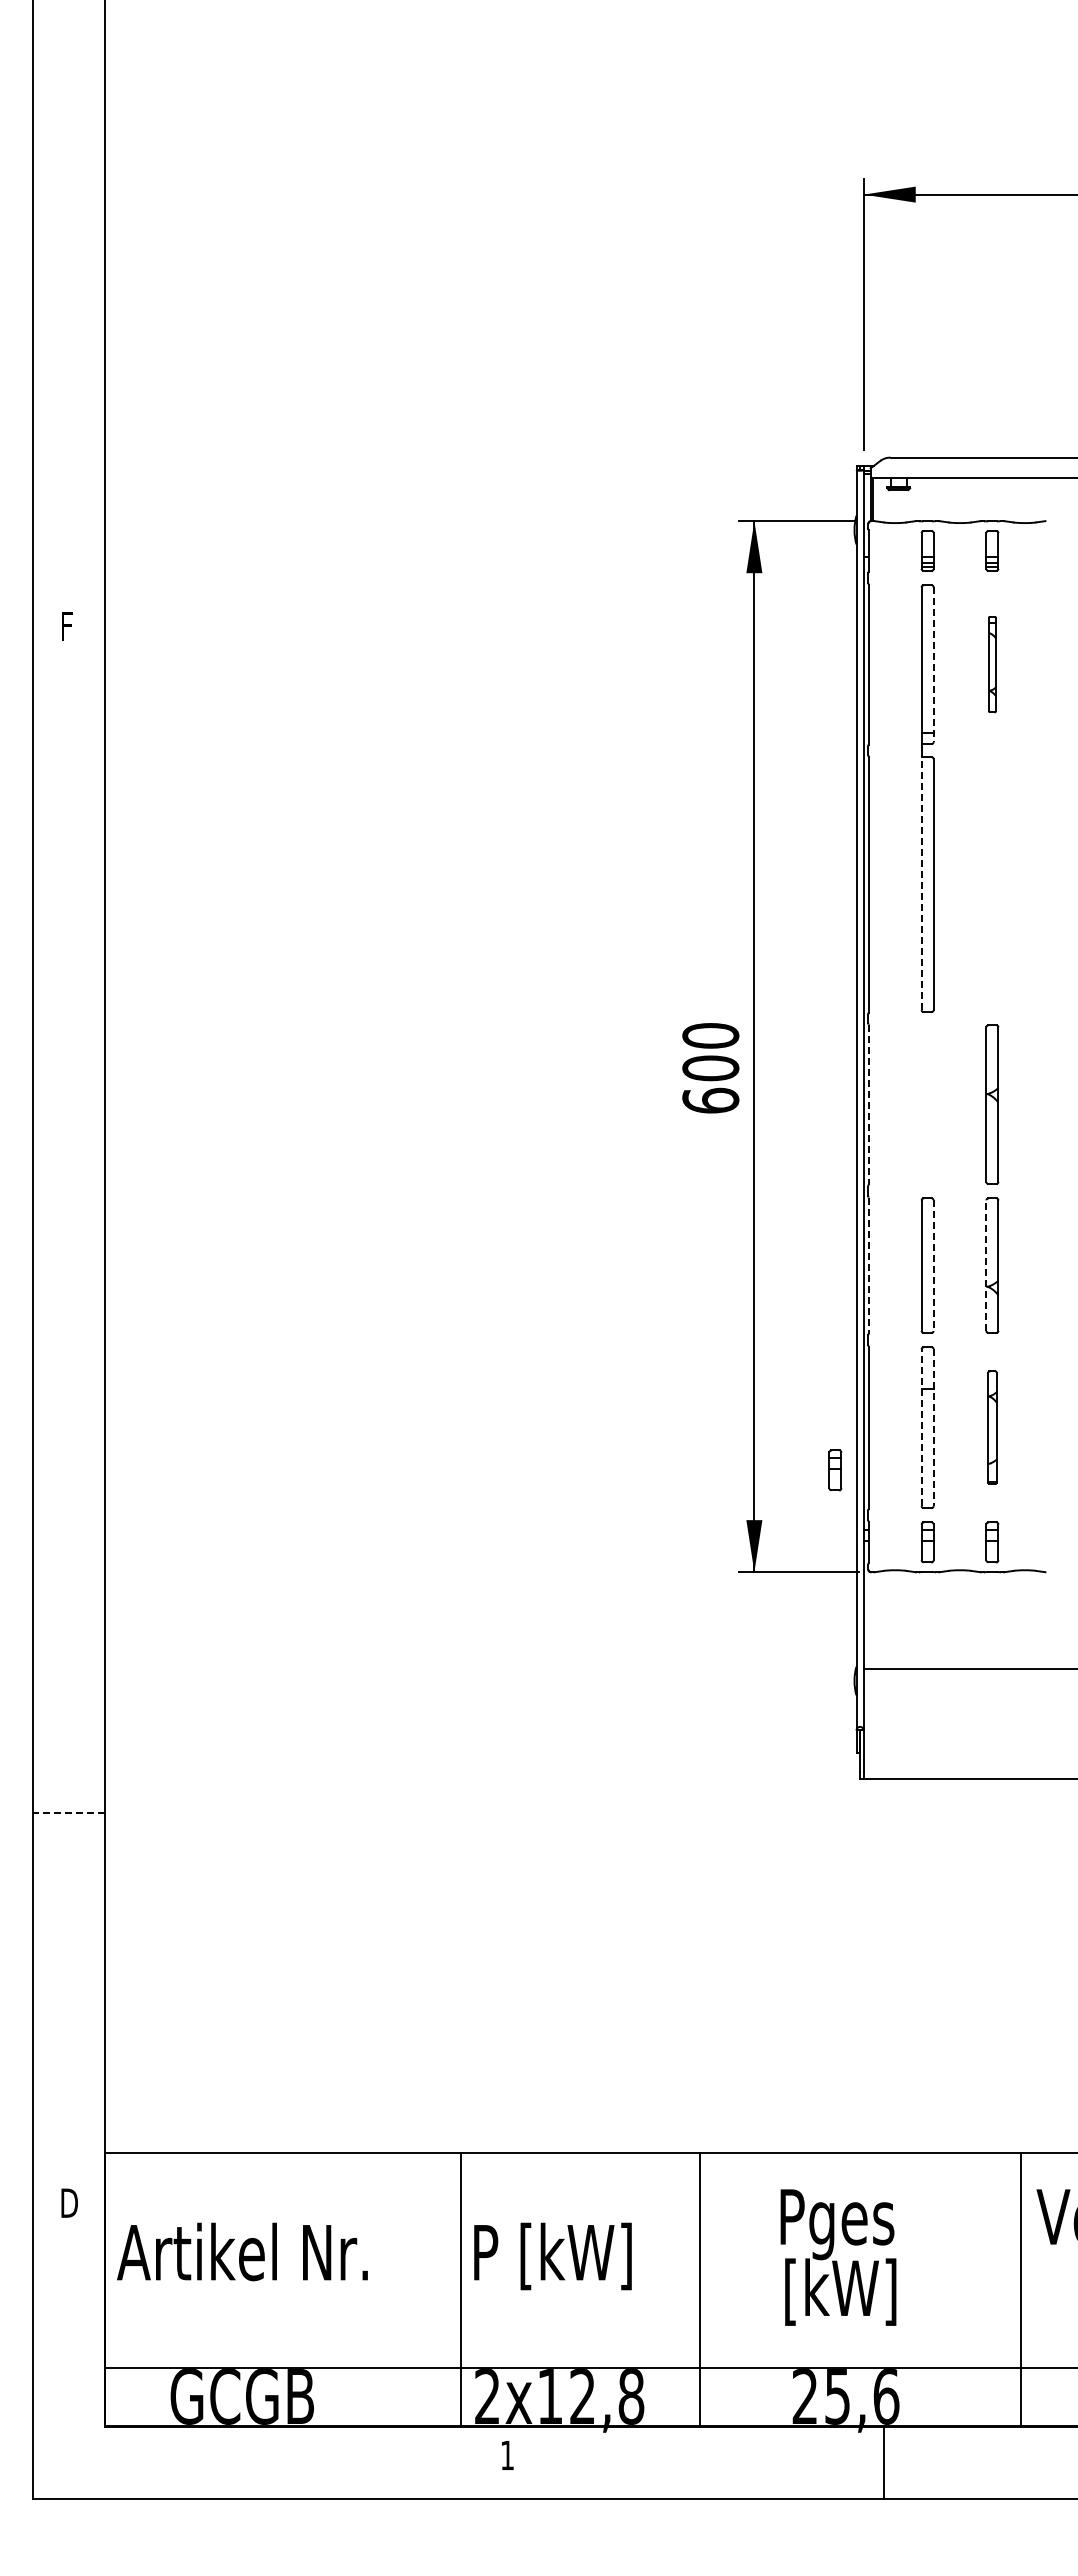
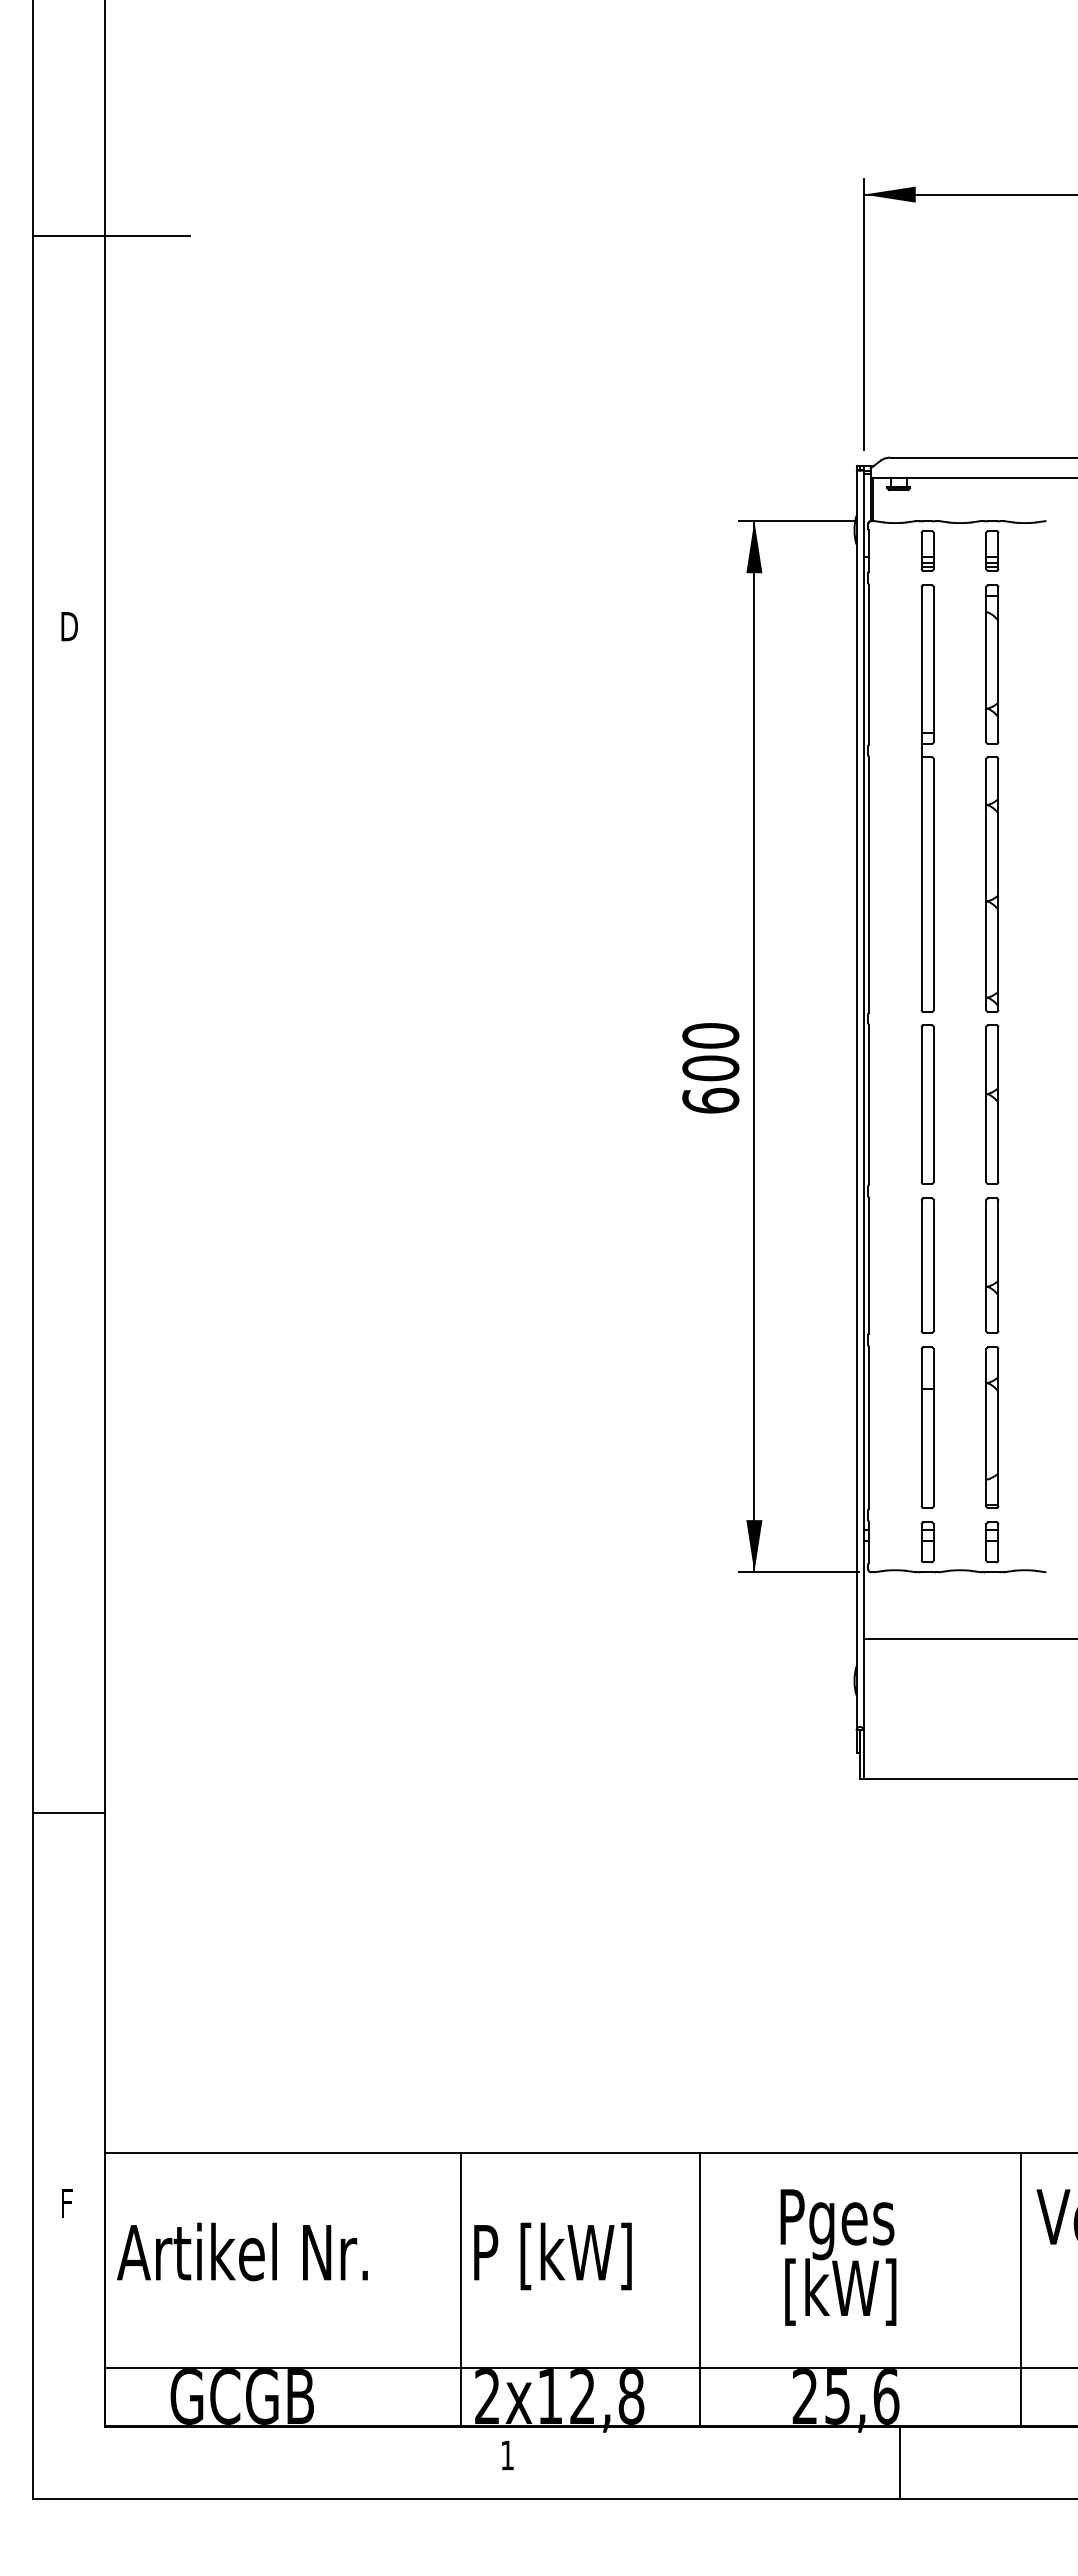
line at (111, 236): none -> present
text at (69, 626): F -> D
part at (992, 664) size: 9x98 px -> 15x161 px
line at (933, 665): dashed -> solid
line at (921, 882): dashed -> solid
part at (992, 884): none -> present
line at (868, 1104): dashed -> solid
part at (927, 1104): none -> present
line at (868, 1265): dashed -> solid
line at (986, 1265): dashed -> solid
line at (933, 1266): dashed -> solid
line at (921, 1427): dashed -> solid
part at (992, 1427) size: 11x115 px -> 15x163 px
line at (933, 1428): dashed -> solid
part at (835, 1470): present -> none
line at (968, 1669) position: (968, 1669) -> (968, 1639)
line at (68, 1812): dashed -> solid
text at (69, 2202): D -> F
line at (883, 2462) position: (883, 2462) -> (899, 2462)
